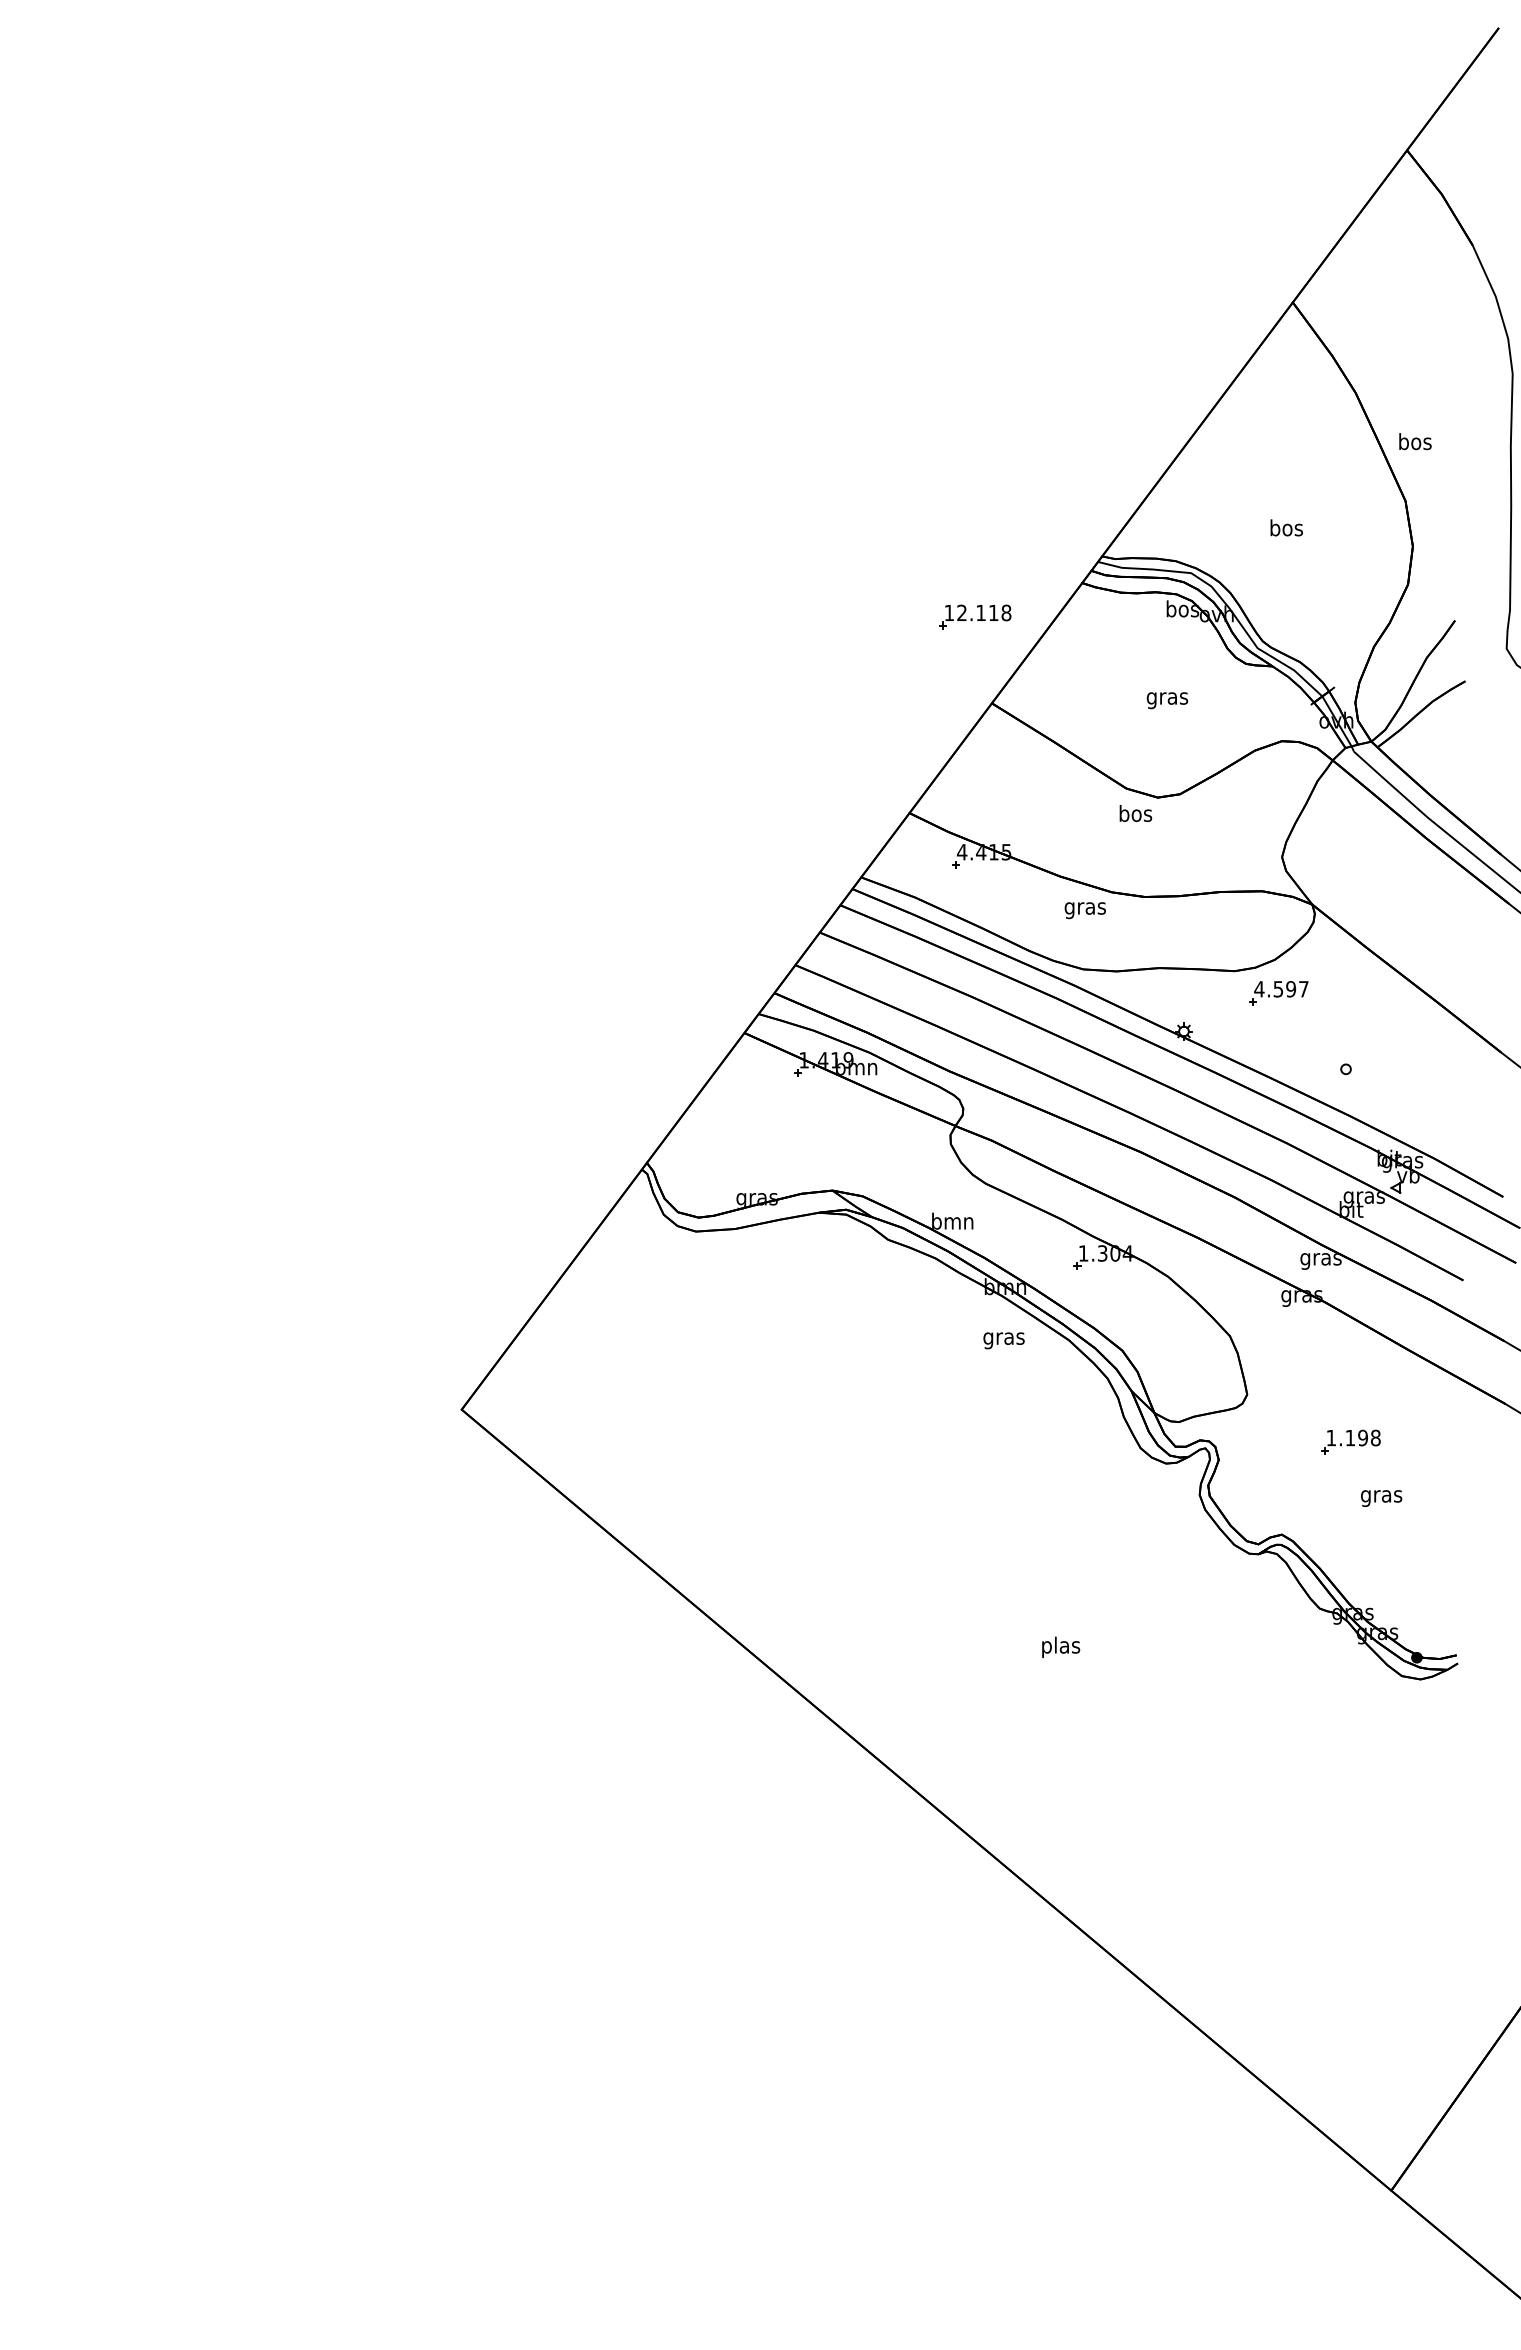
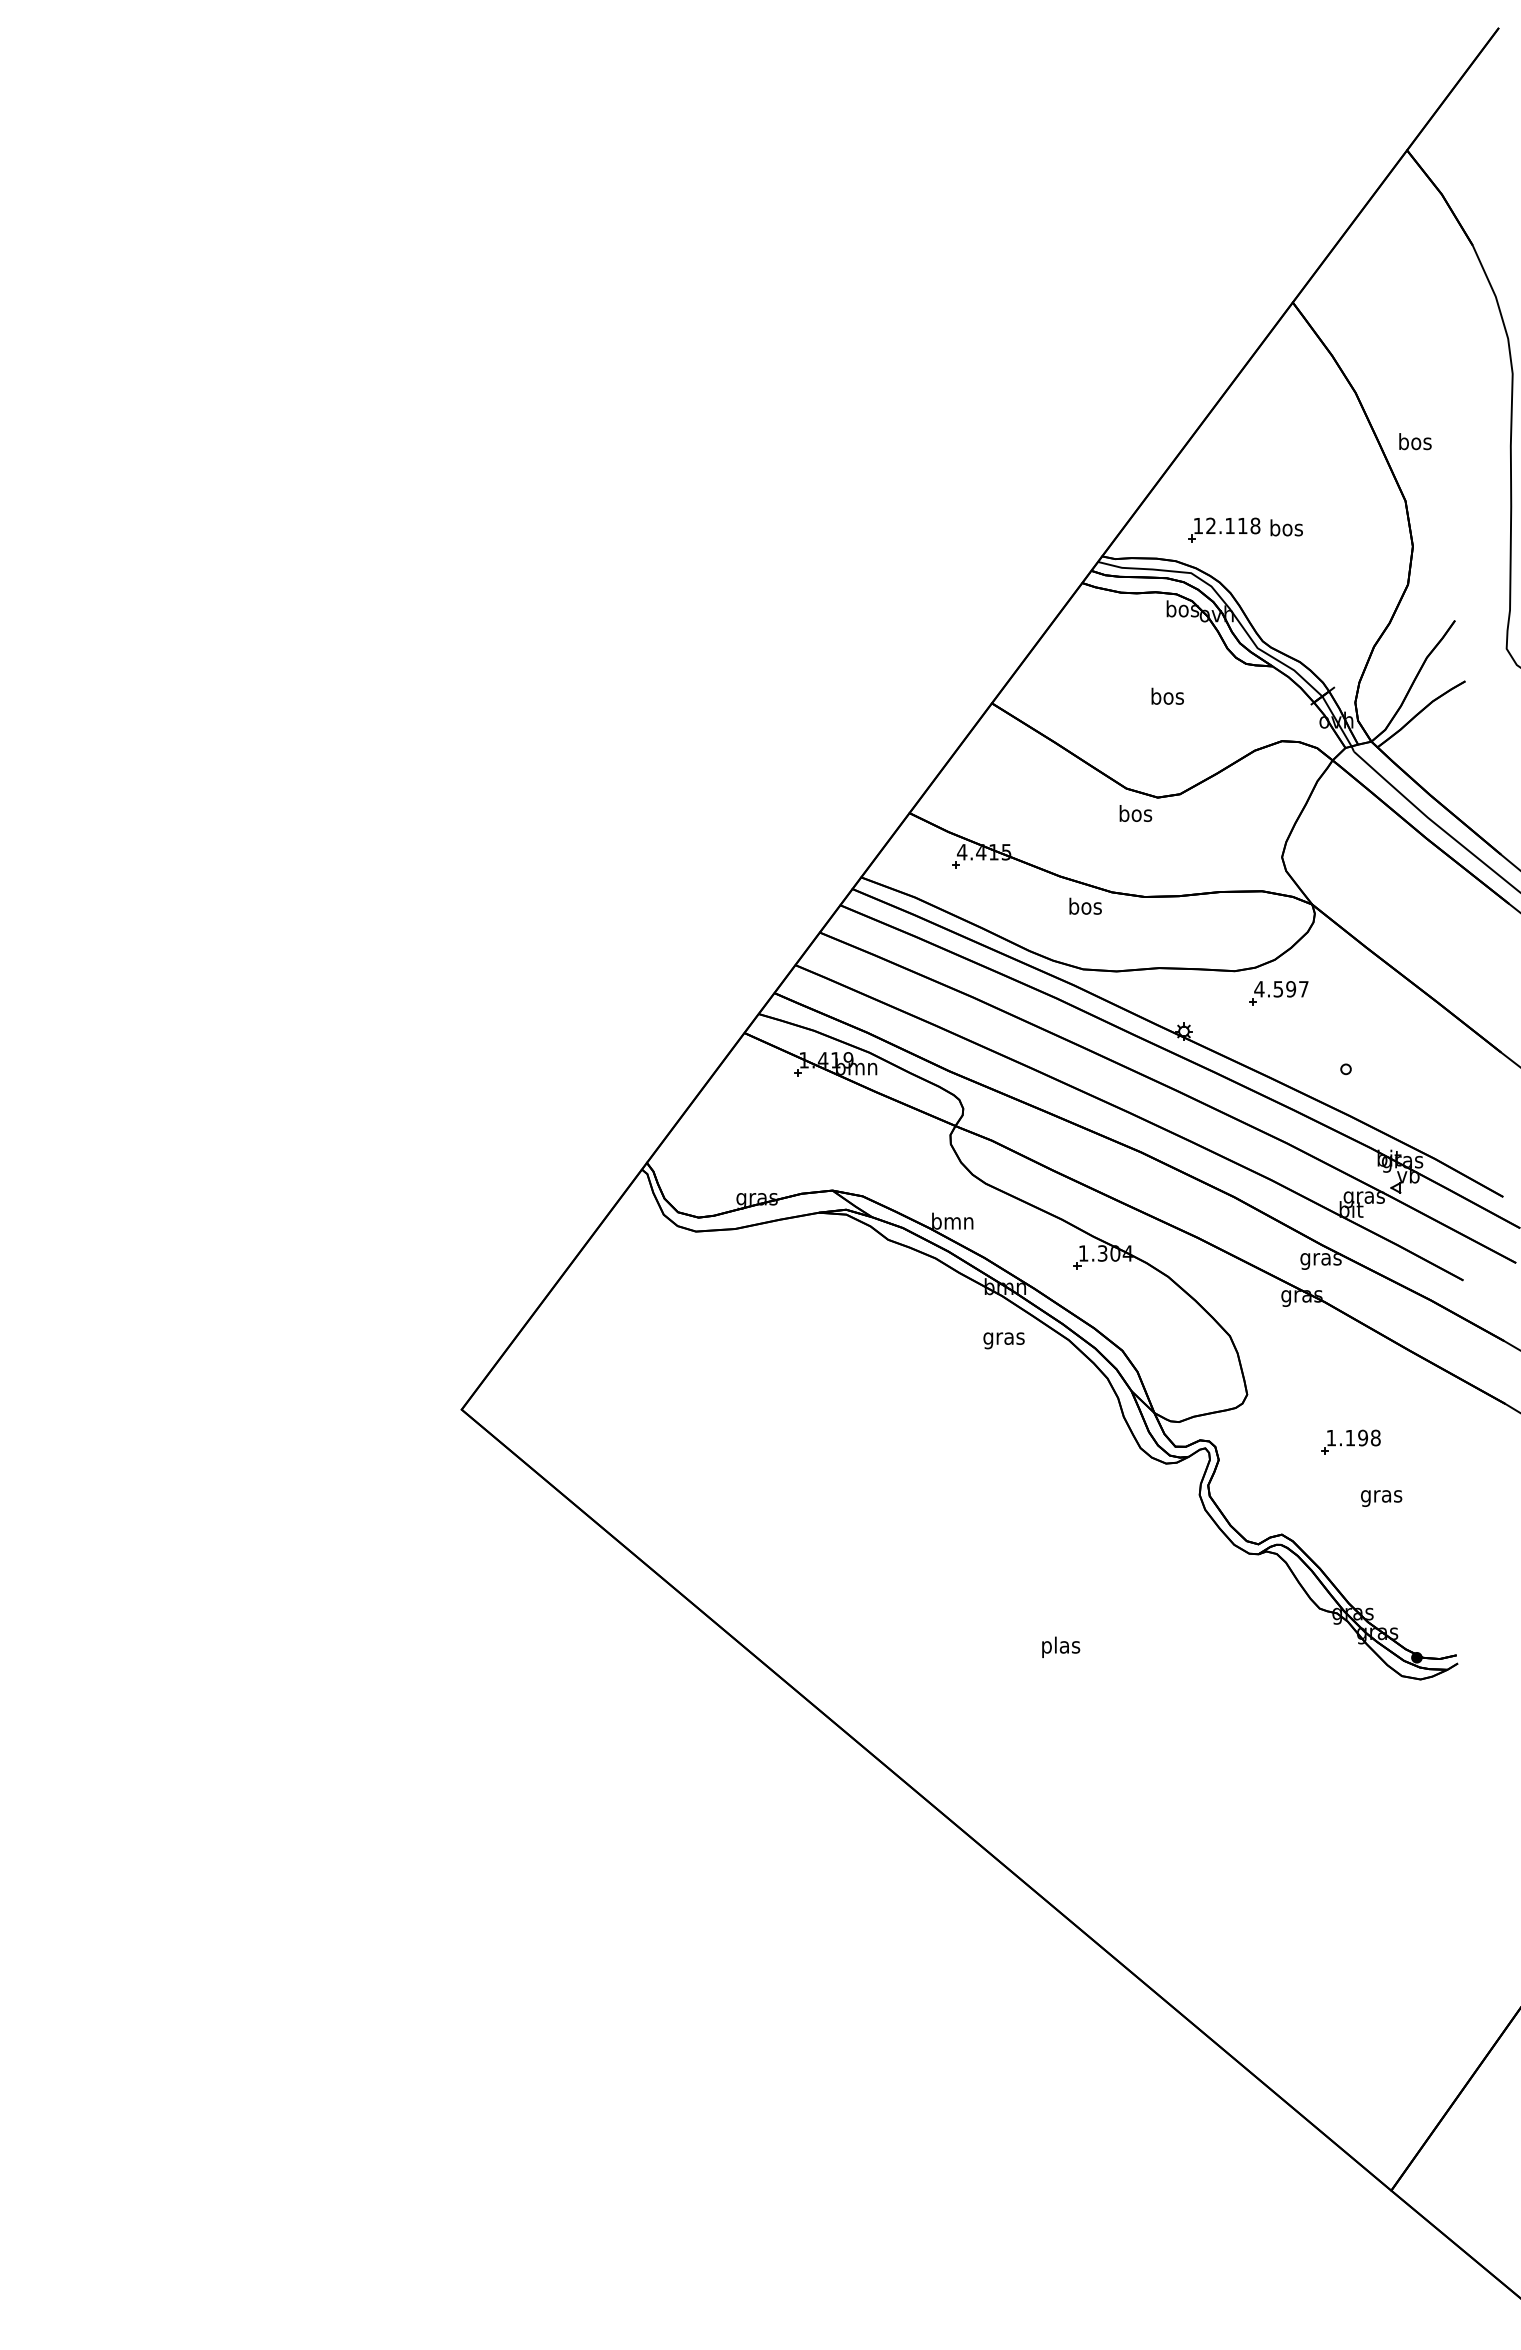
part at (975, 616) position: (975, 616) -> (1224, 529)
text at (1167, 698): gras -> bos
text at (1084, 908): gras -> bos
